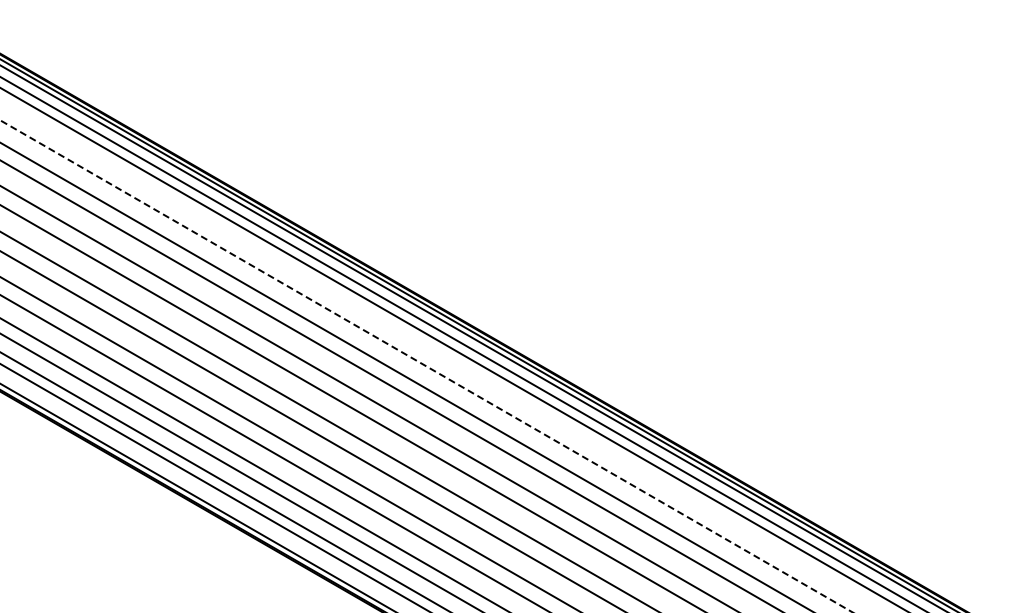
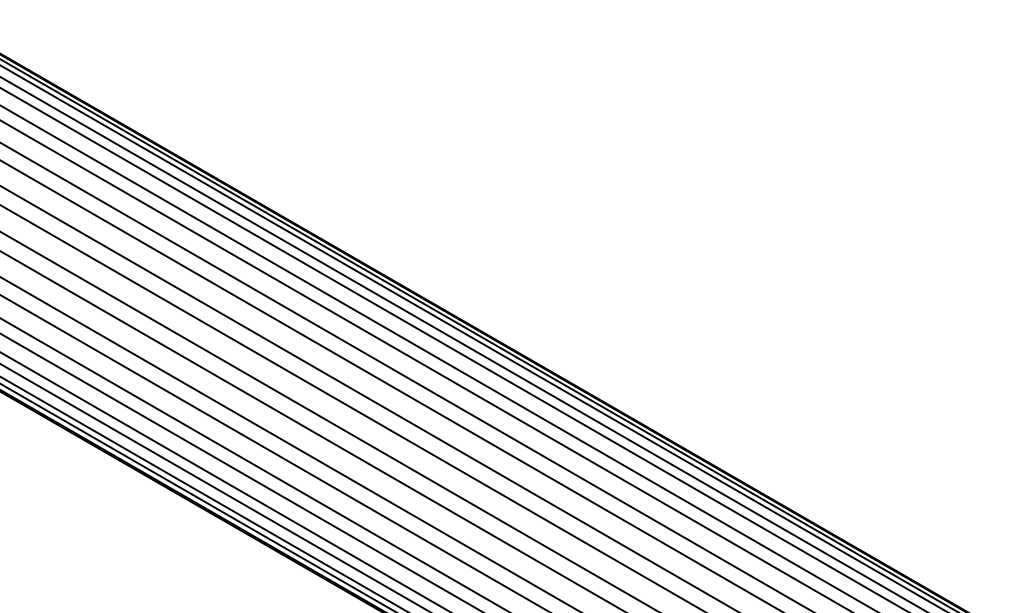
line at (438, 357): none -> present
line at (426, 366): dashed -> solid
line at (203, 493): none -> present
